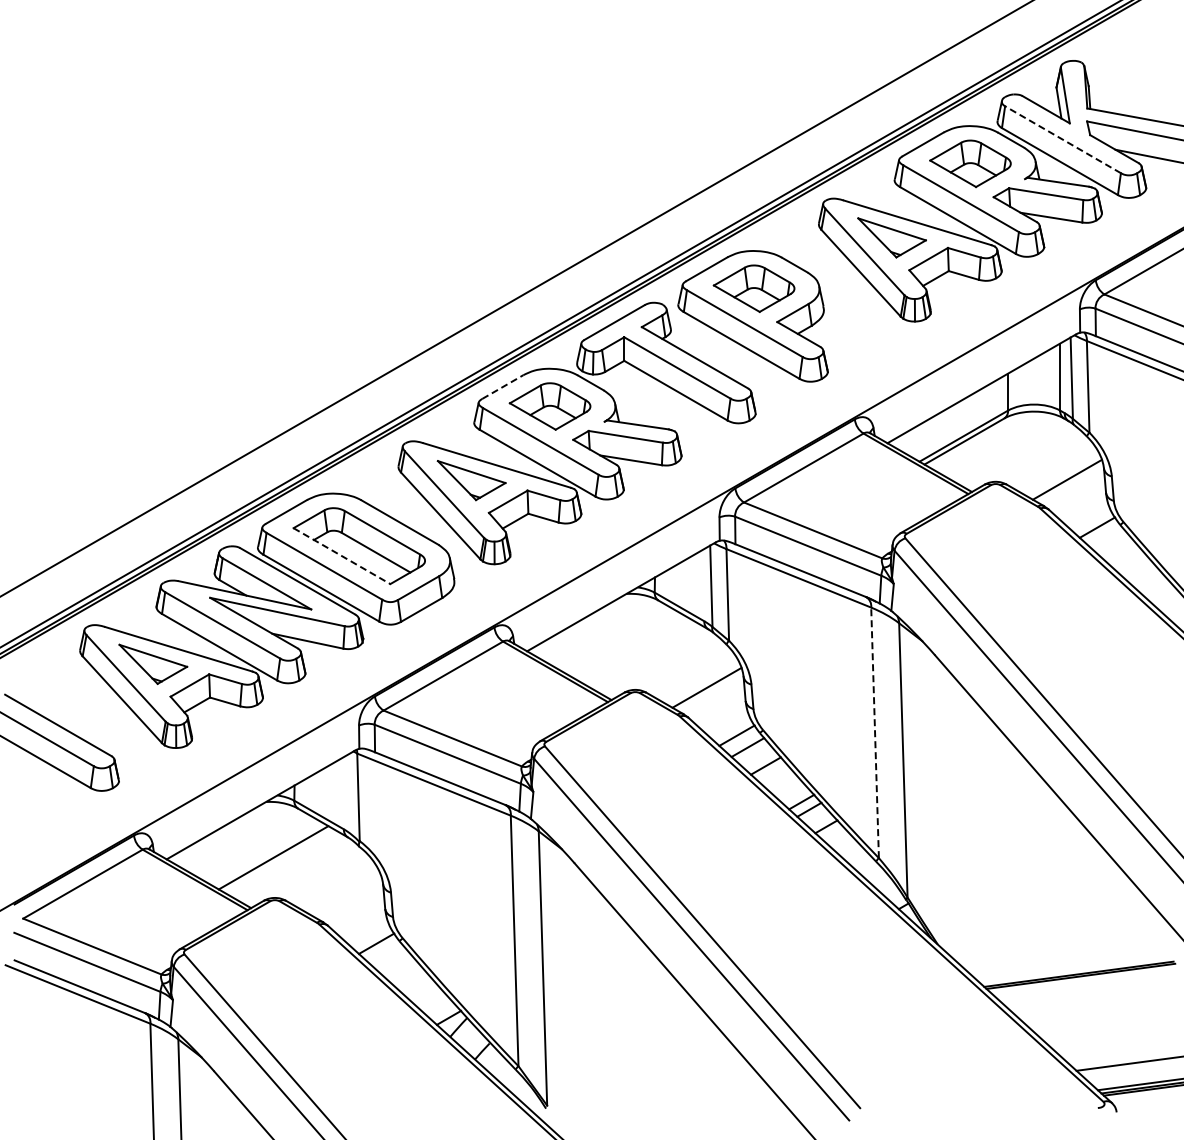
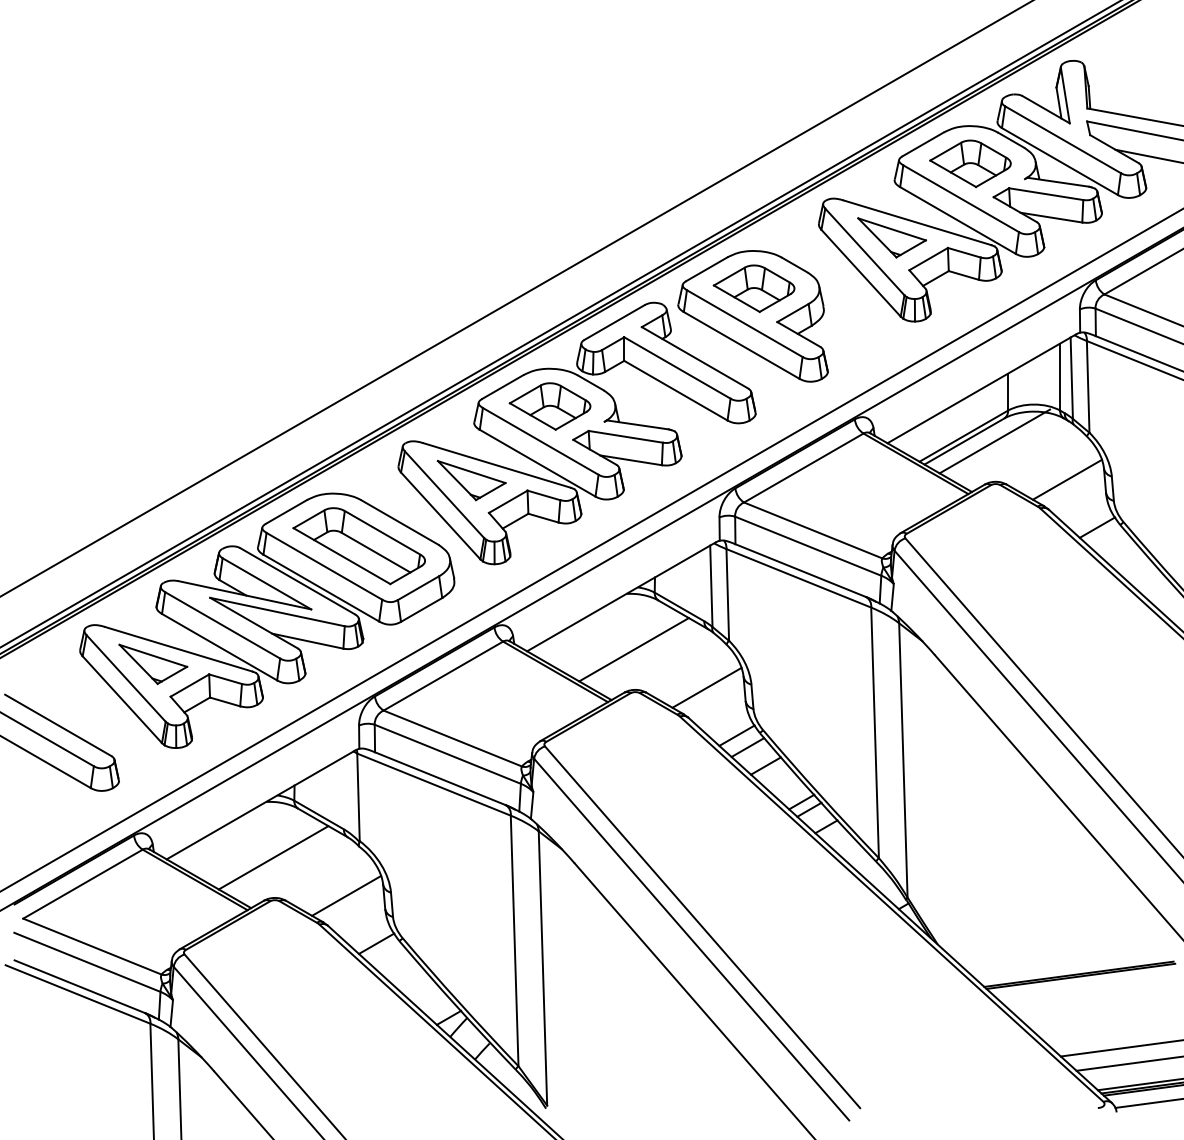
line at (1063, 139): dashed -> solid
line at (502, 387): dashed -> solid
line at (994, 441): none -> present
line at (591, 550): none -> present
line at (341, 556): dashed -> solid
line at (633, 649): none -> present
line at (875, 732): dashed -> solid
line at (346, 895): none -> present
line at (1120, 1048): none -> present
line at (1147, 1103): none -> present
